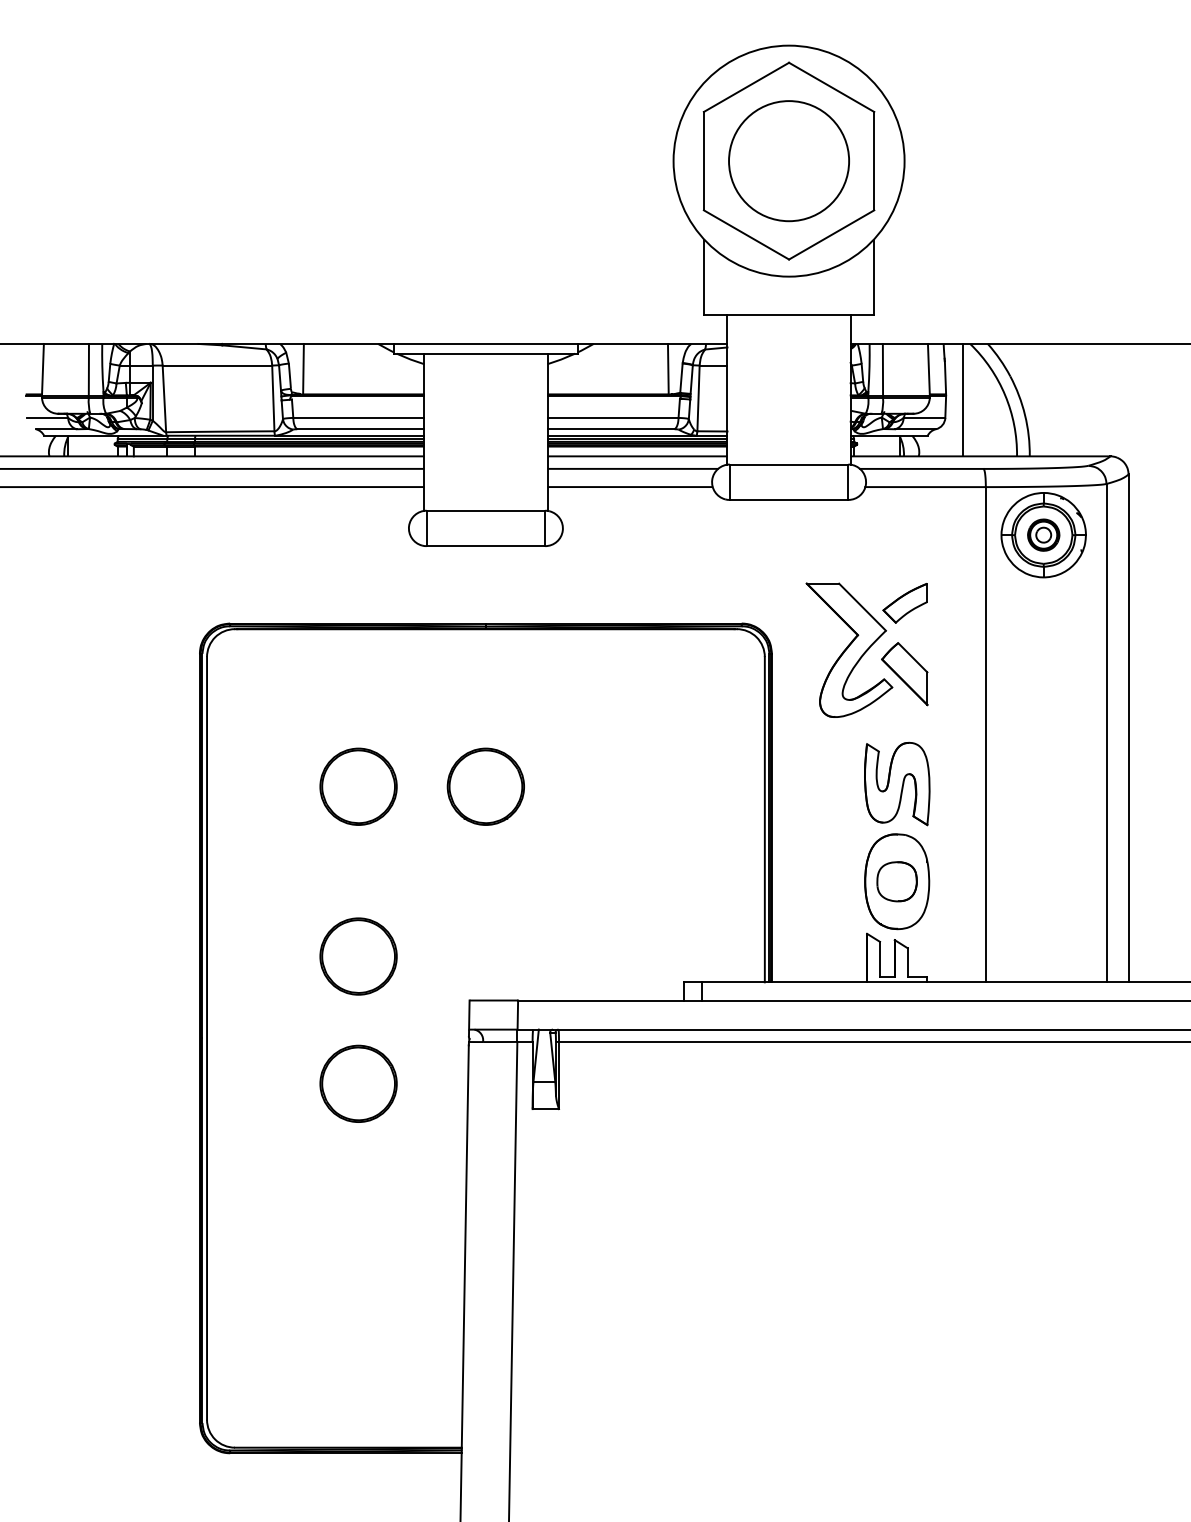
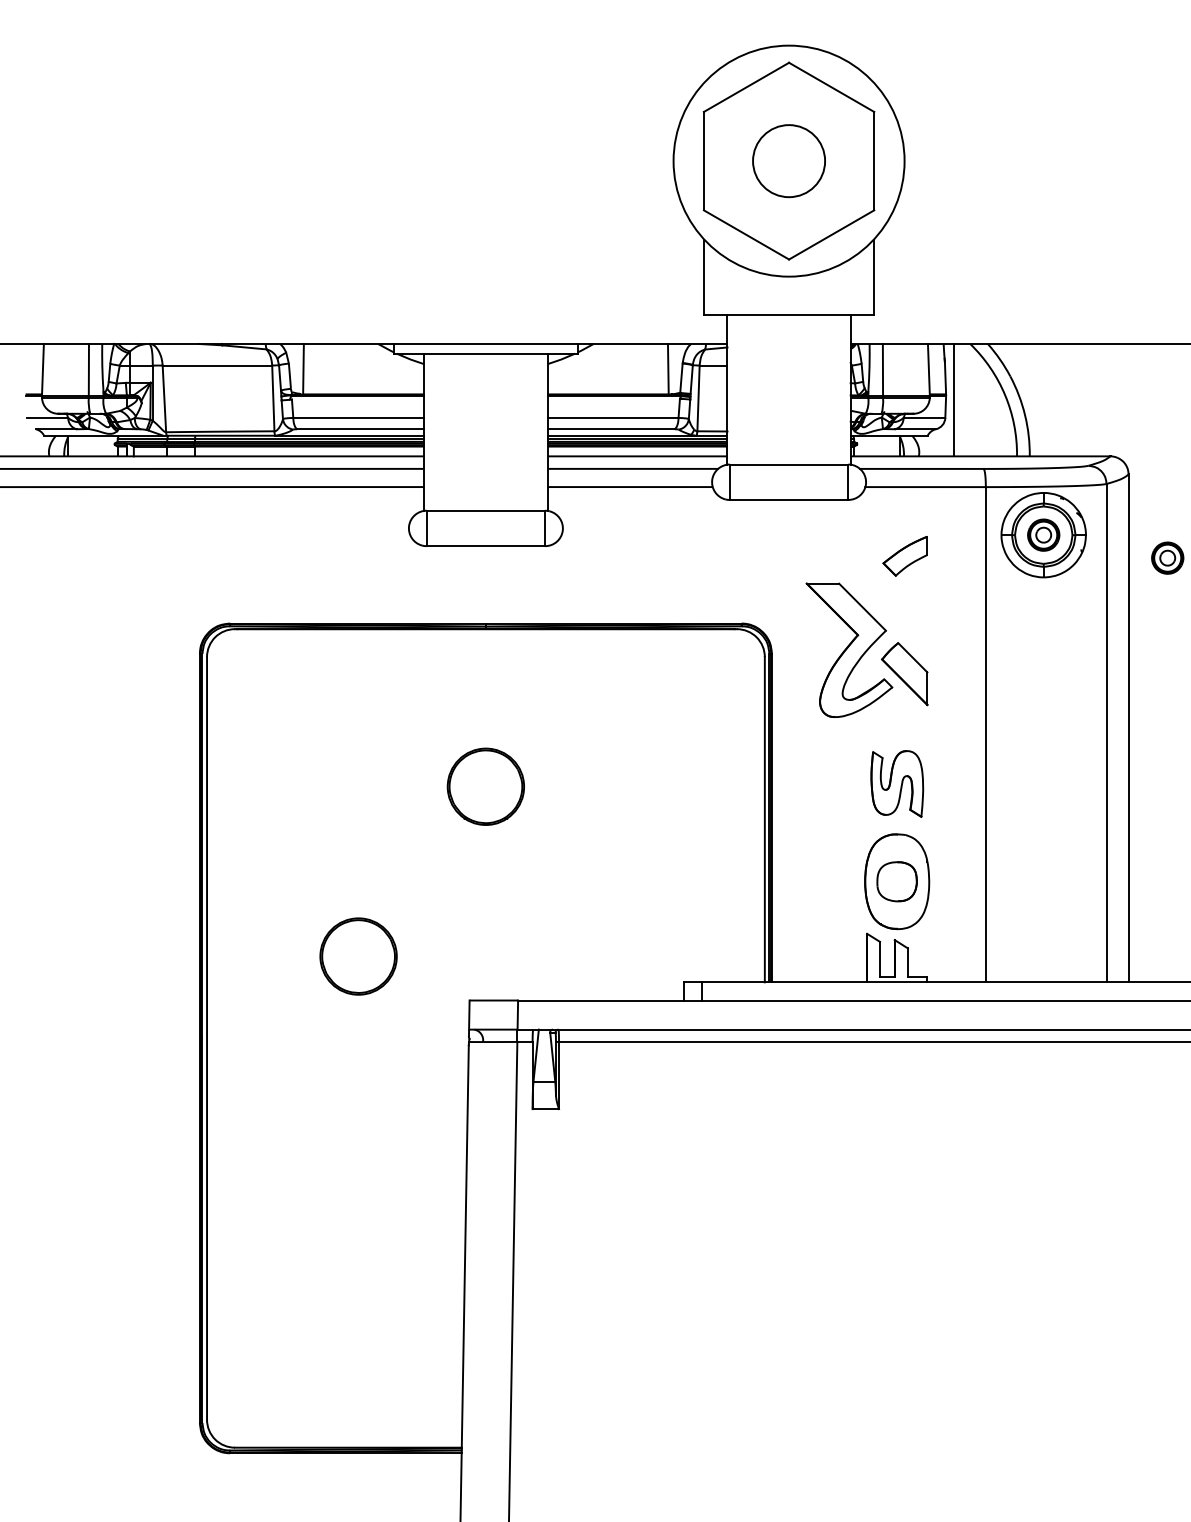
circle at (789, 161) diameter: 120 px -> 72 px
line at (963, 399) position: (963, 399) -> (954, 399)
part at (1167, 557): none -> present
part at (904, 603) position: (904, 603) -> (904, 556)
part at (897, 783) size: 67x86 px -> 55x68 px
part at (358, 786): present -> none
part at (358, 1083): present -> none
